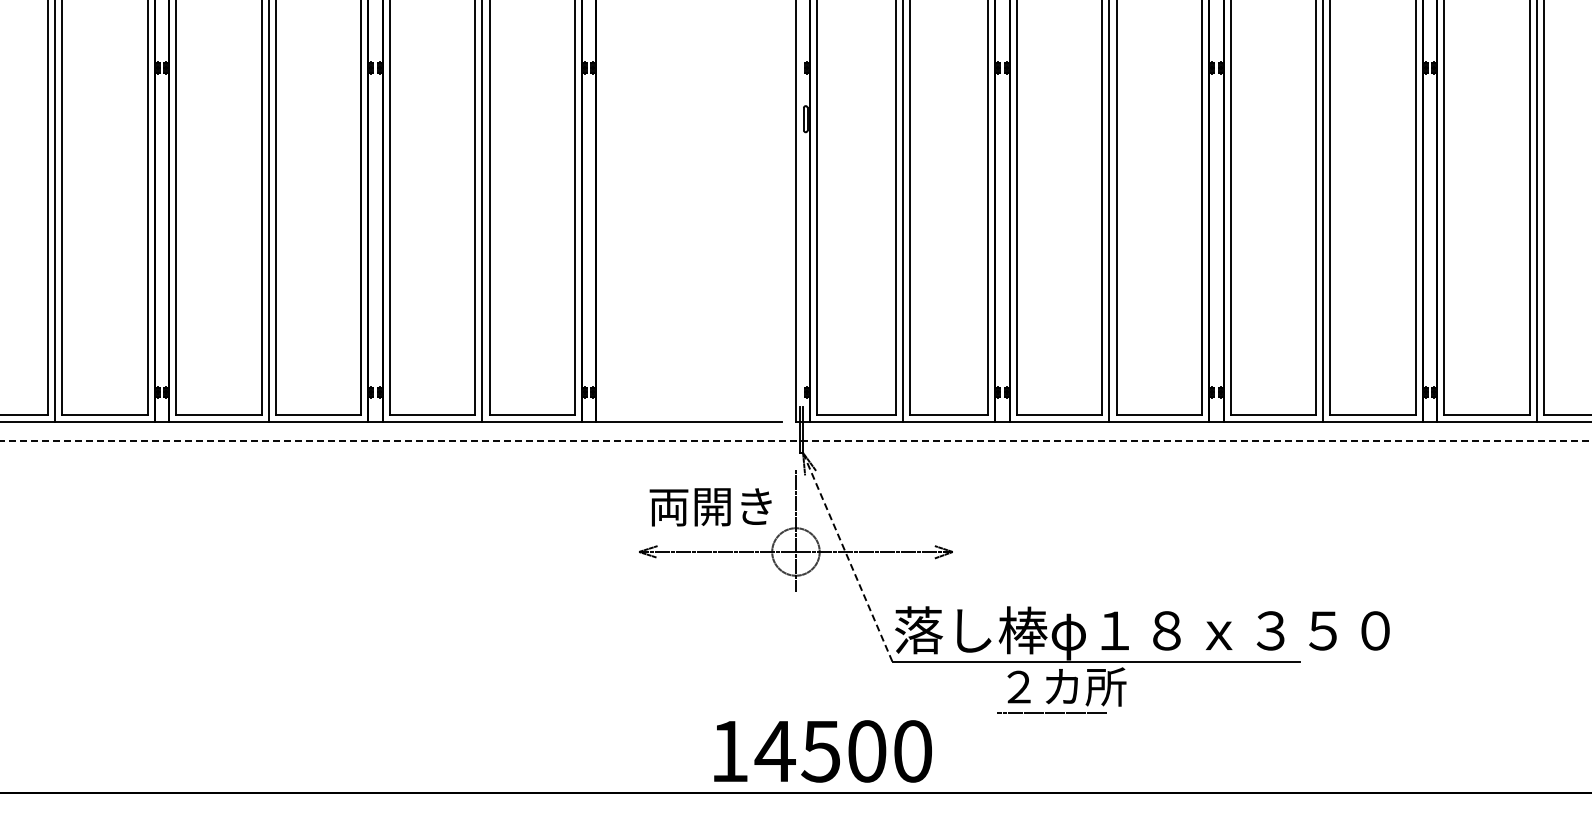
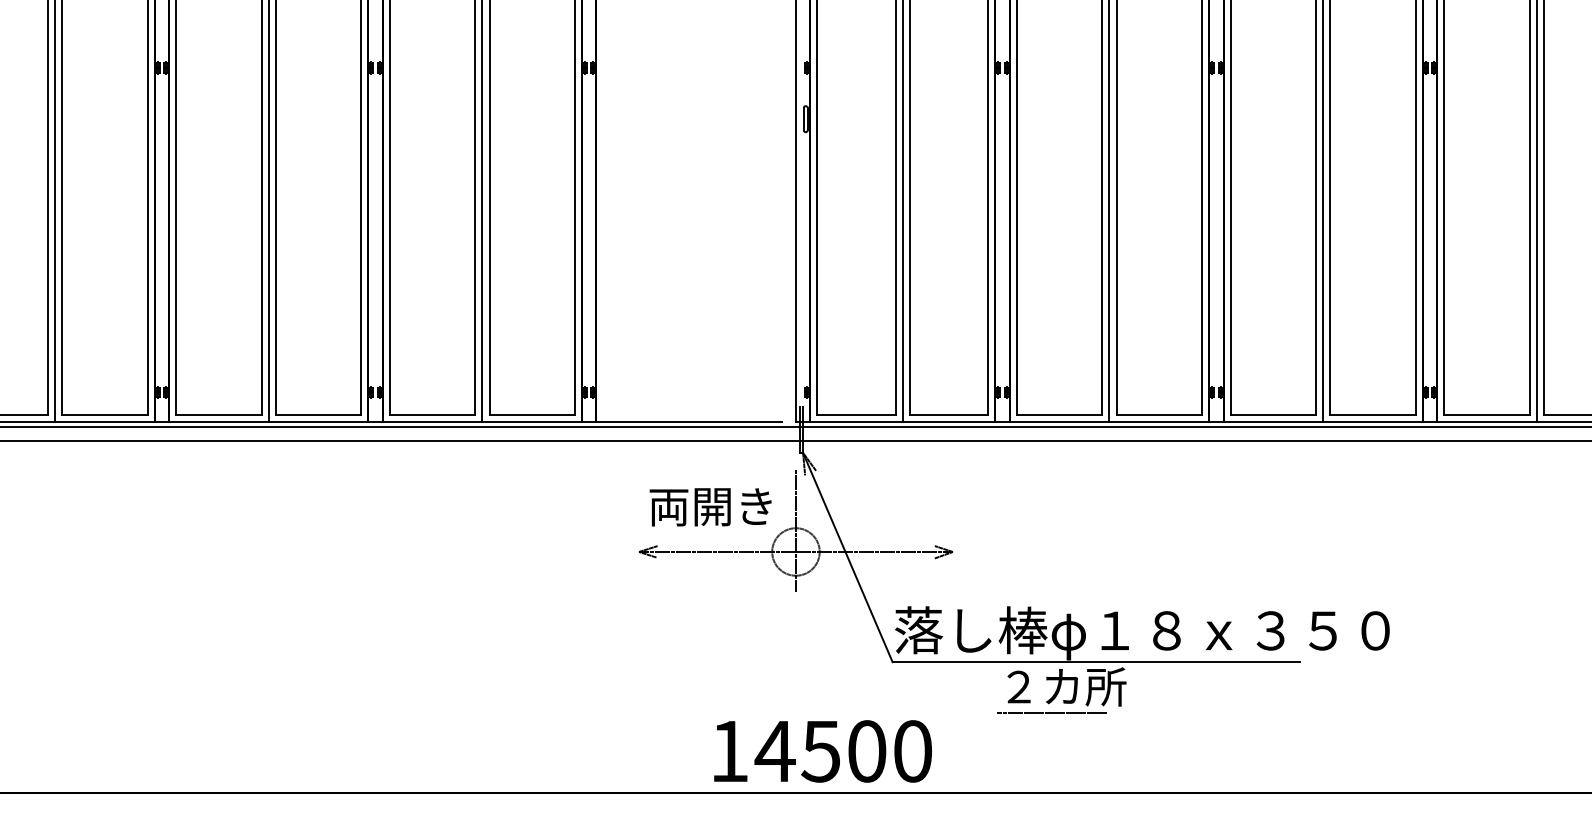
line at (795, 427): none -> present
line at (796, 441): dashed -> solid
line at (847, 557): dashed -> solid
